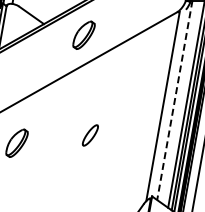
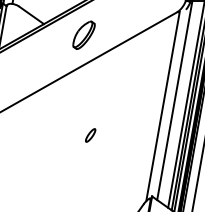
line at (174, 100): dashed -> solid
part at (90, 135) size: 17x23 px -> 12x15 px
part at (16, 142): present -> none
